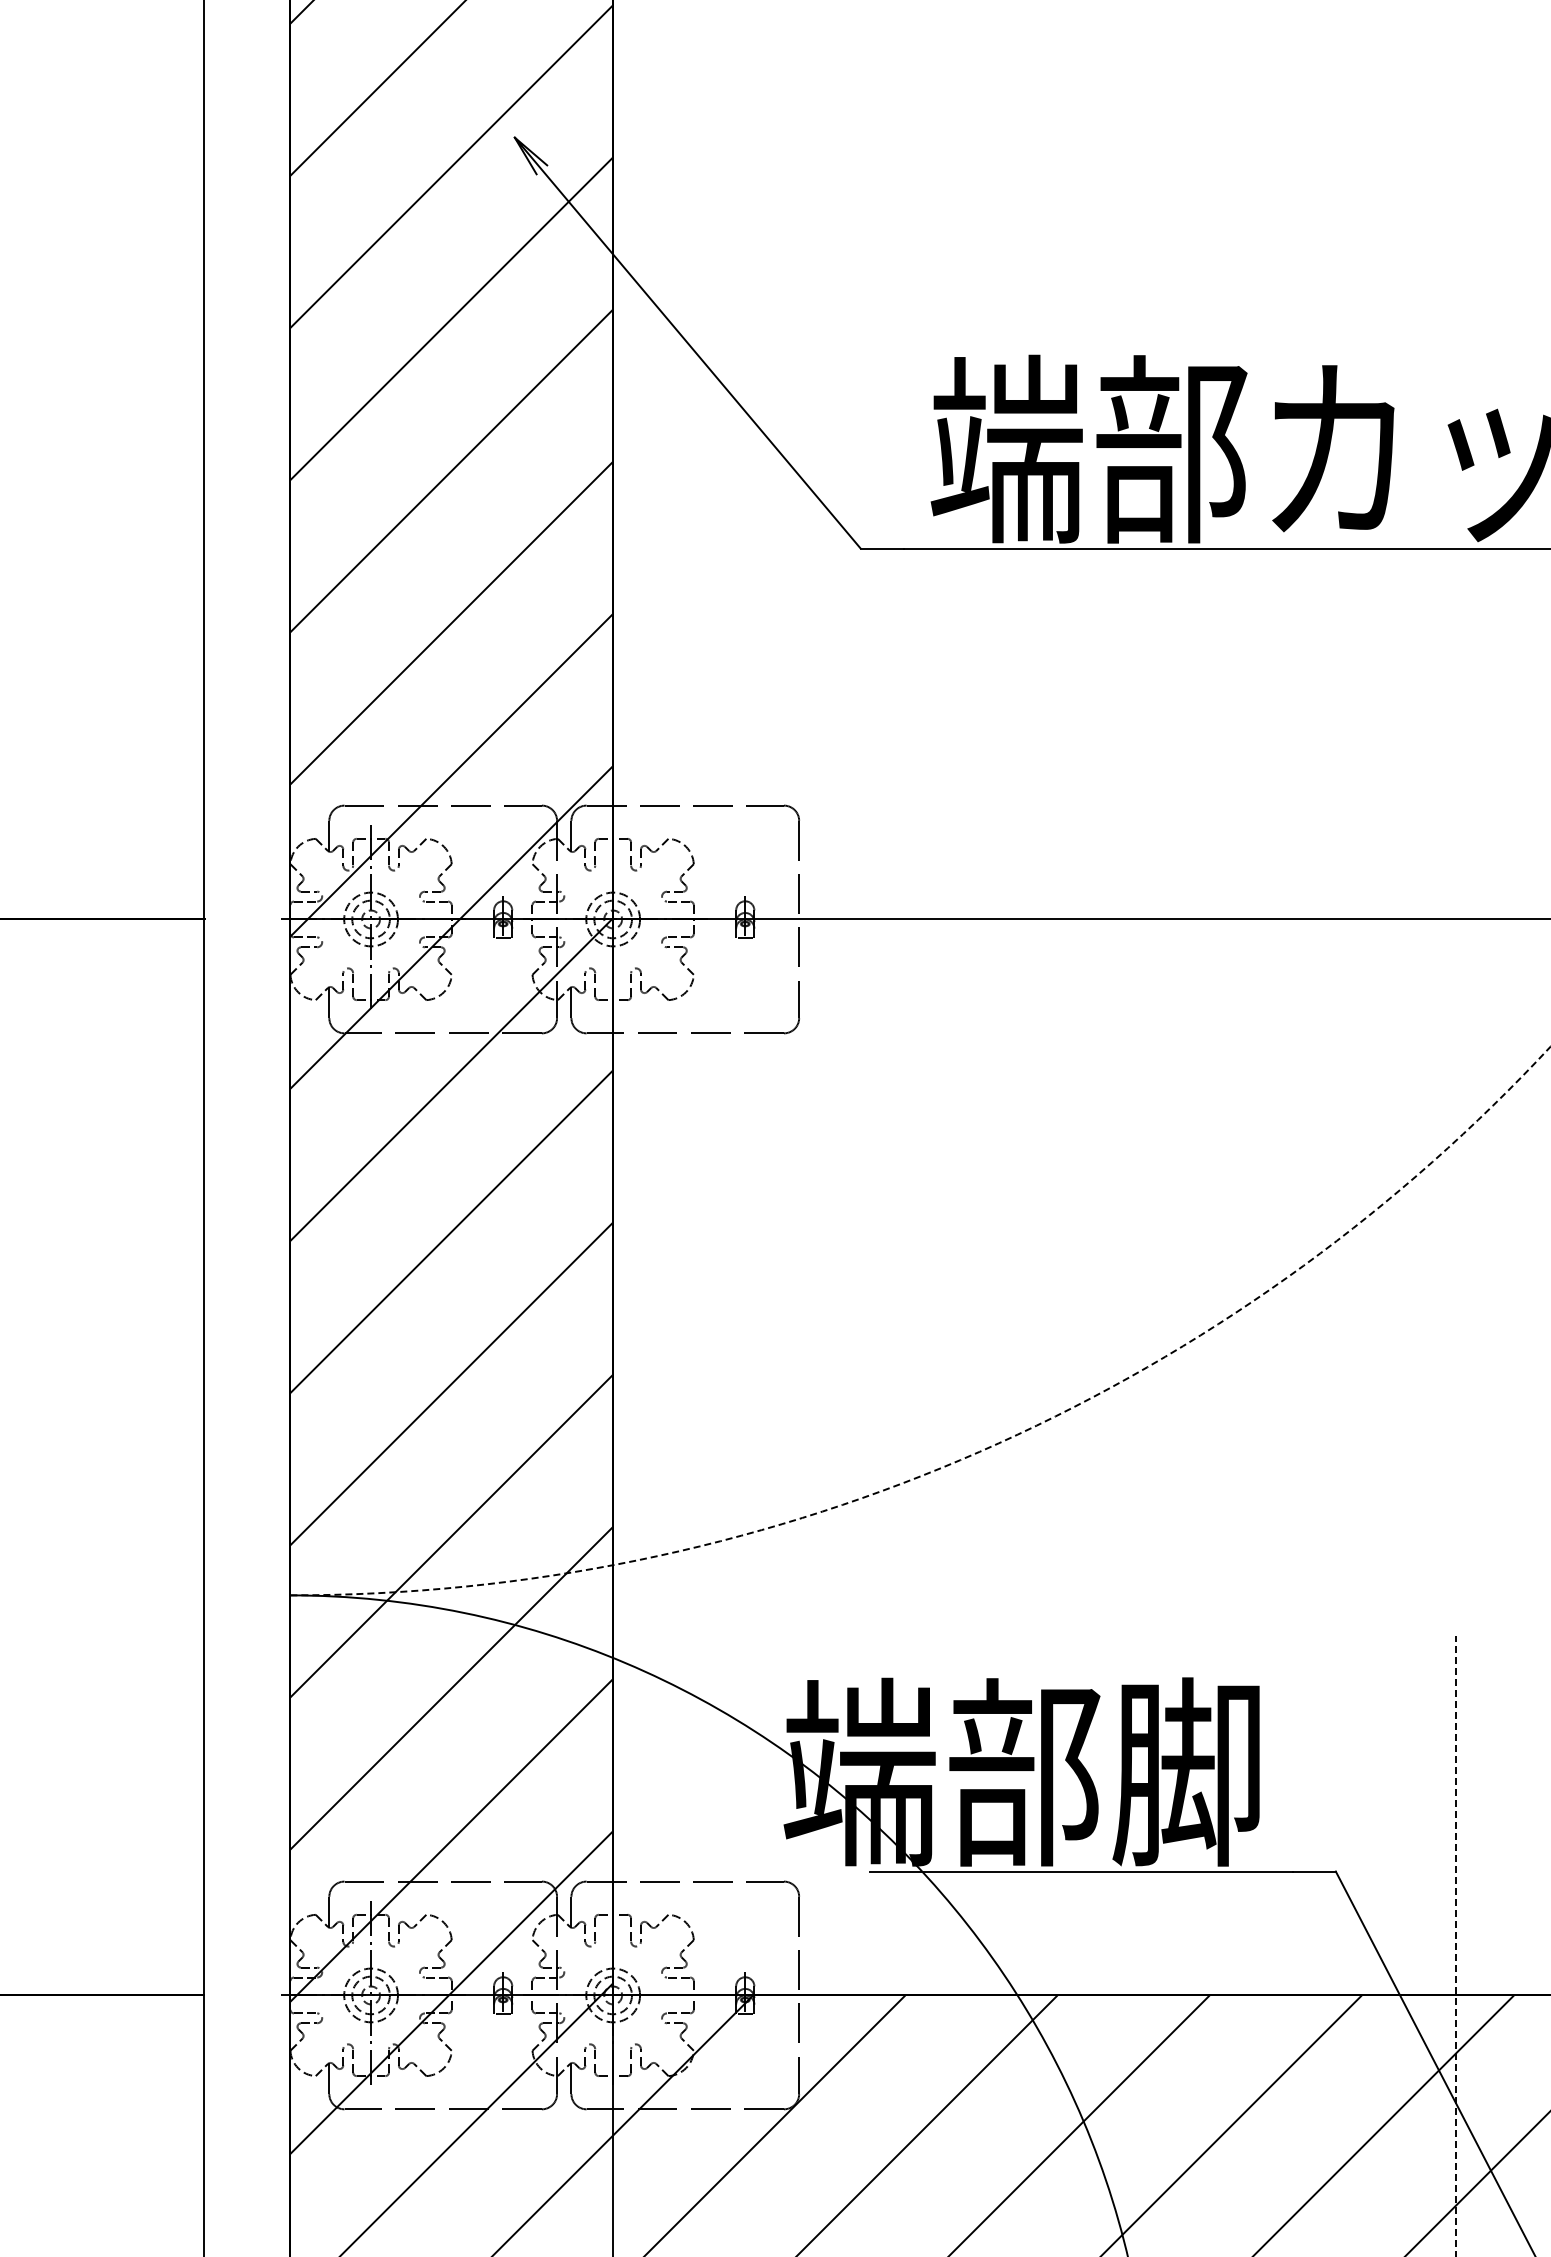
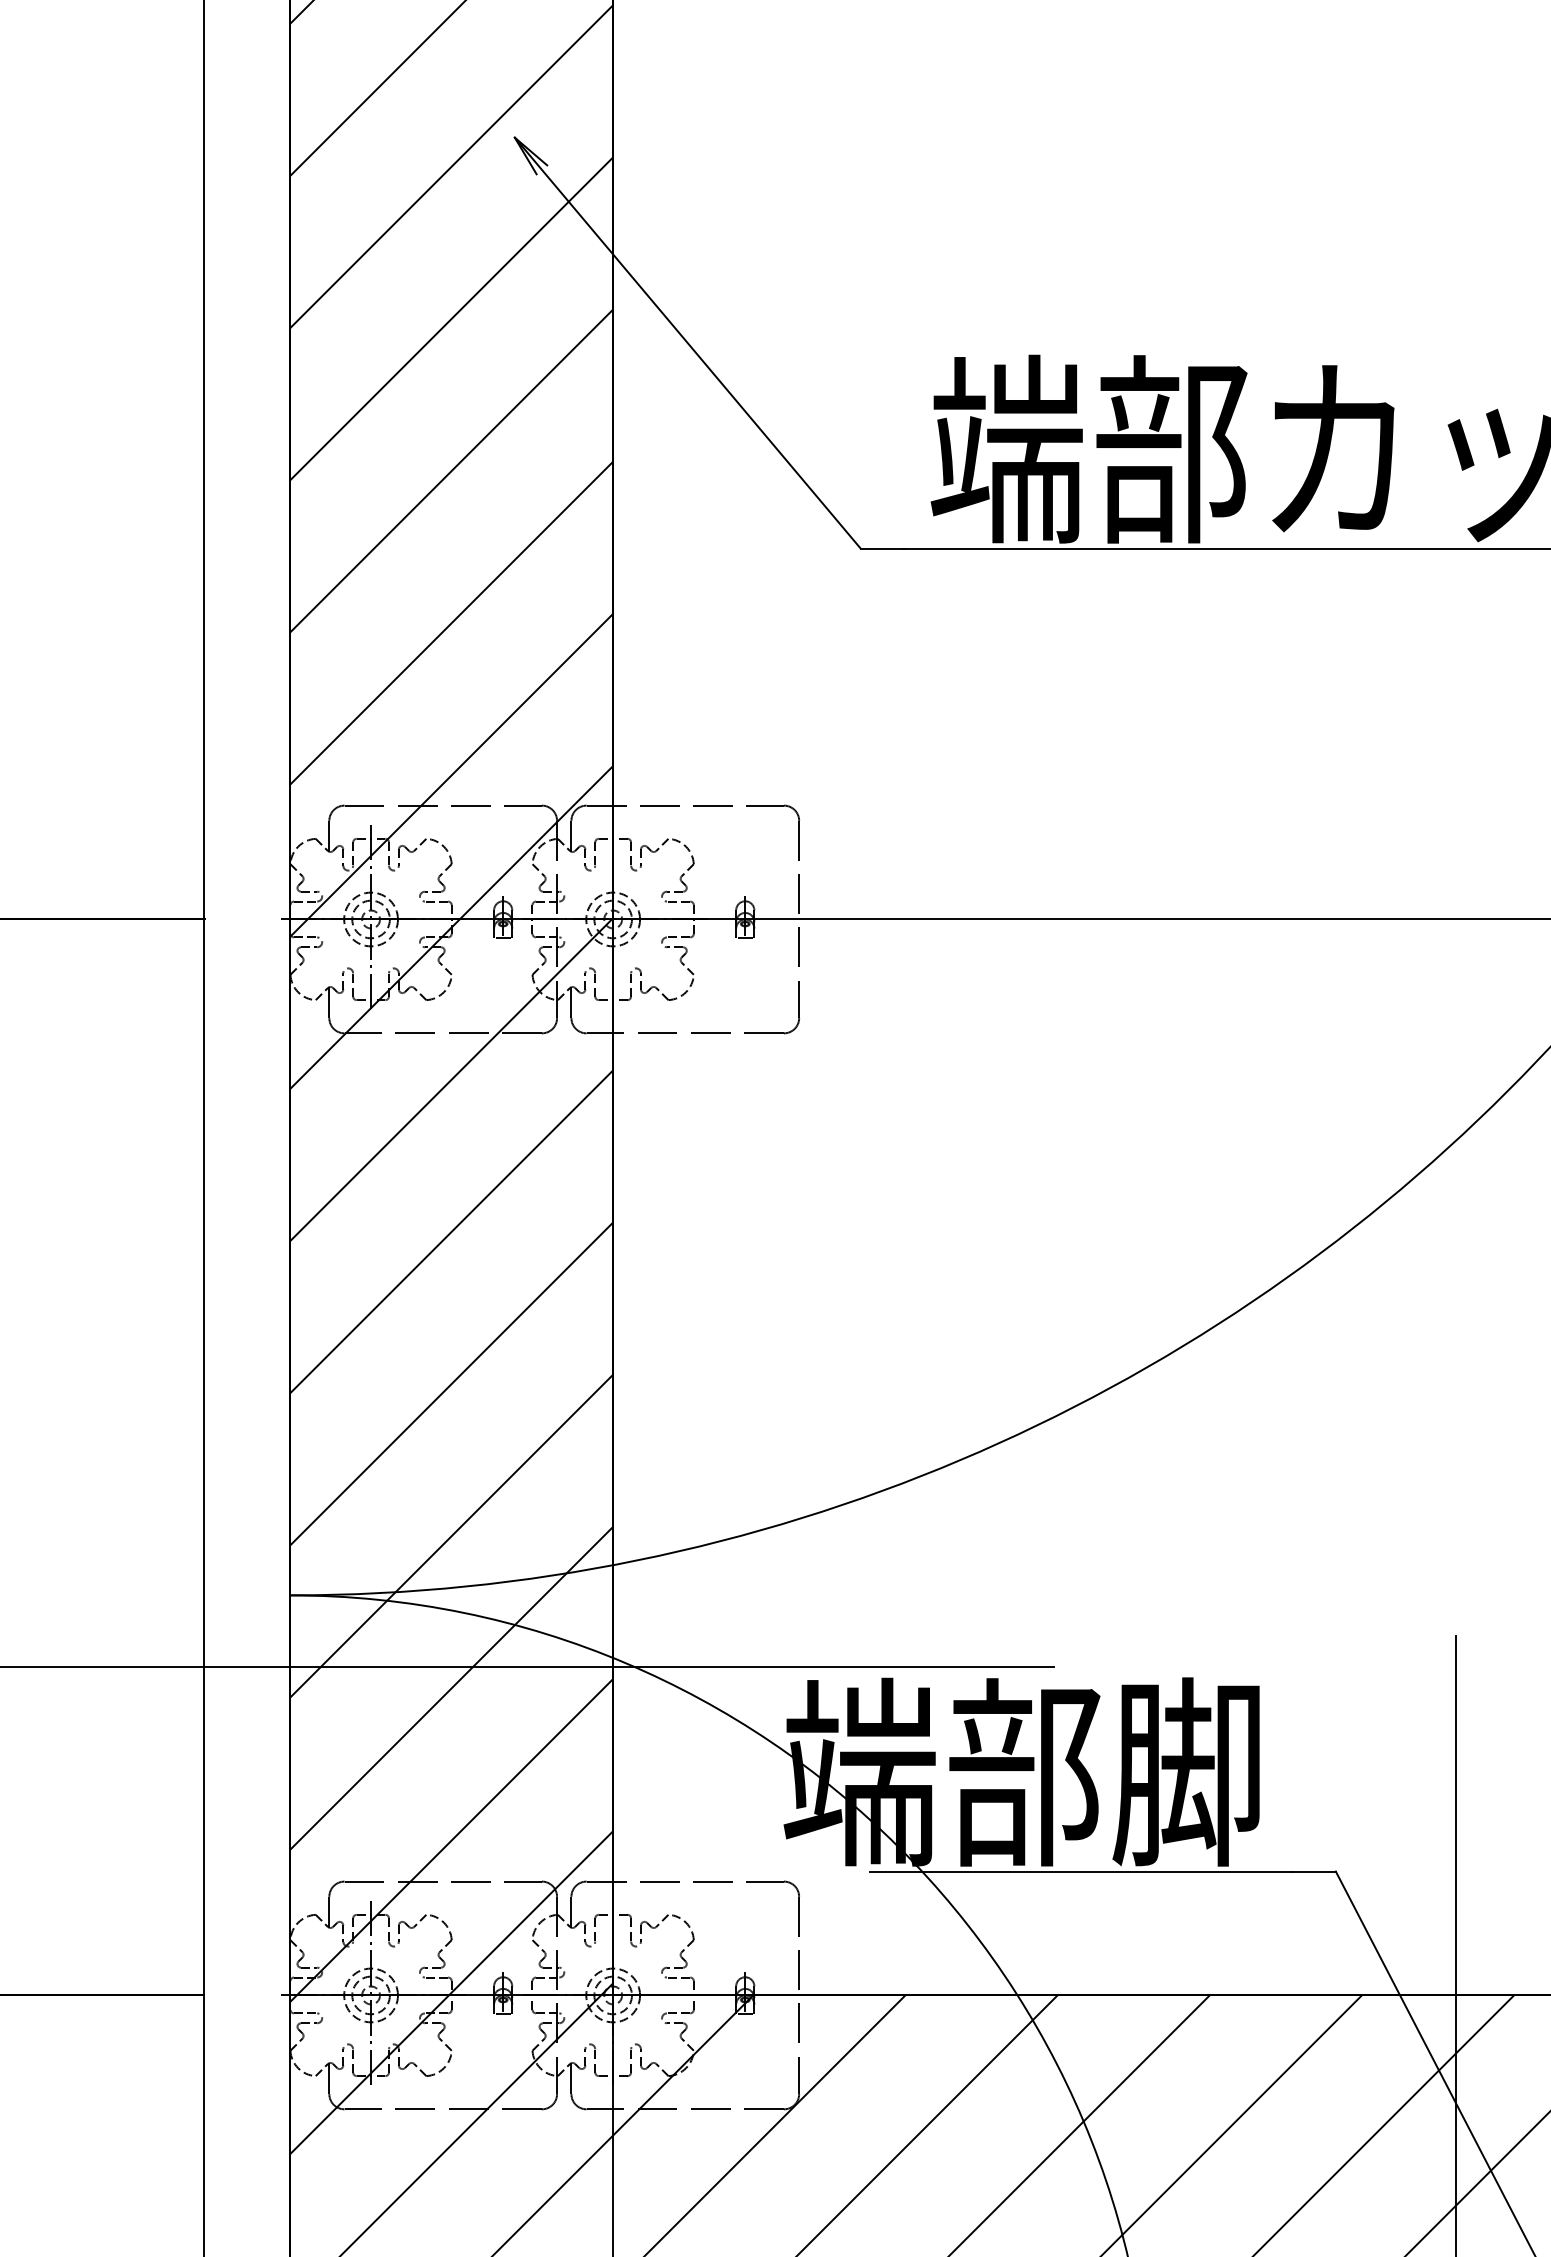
arc at (978, 1452): dashed -> solid
line at (528, 1667): none -> present
line at (1455, 1945): dashed -> solid
